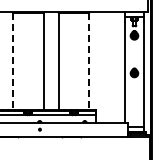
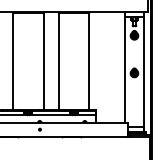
line at (13, 61): dashed -> solid
line at (89, 61): dashed -> solid
